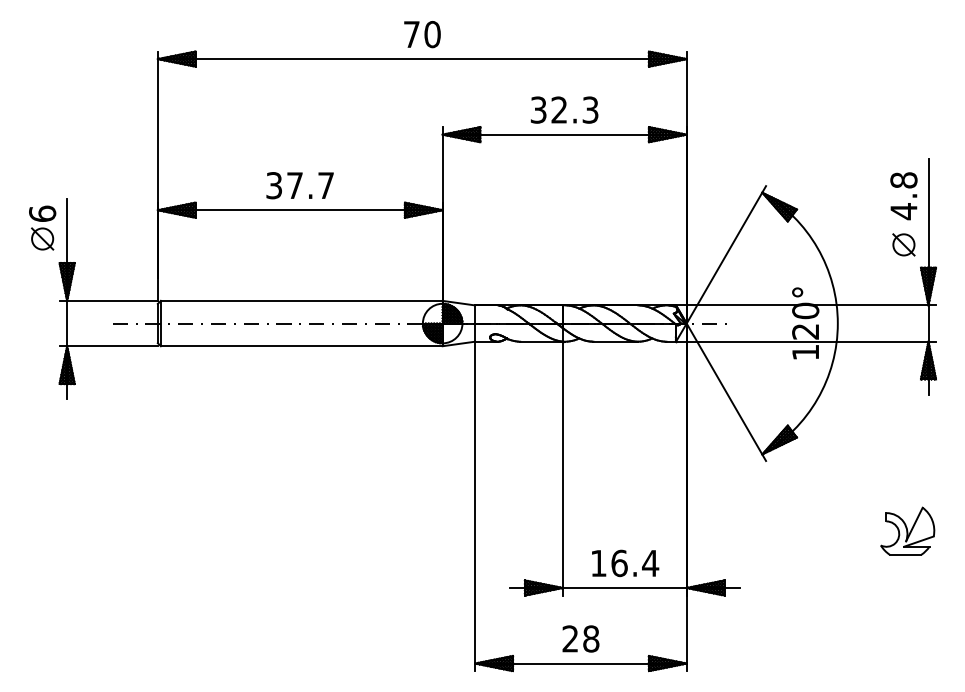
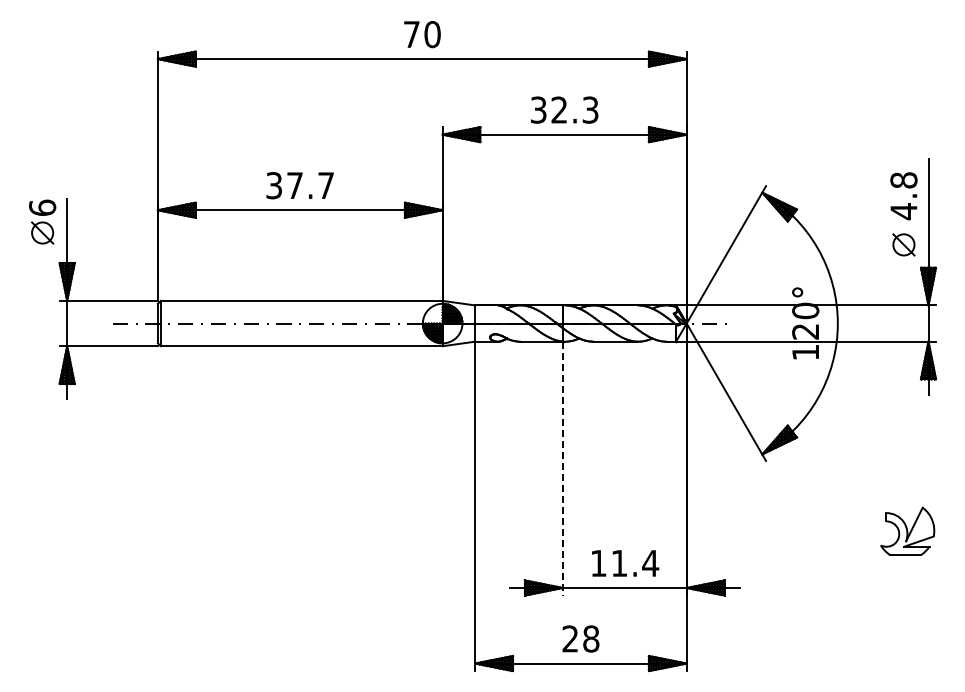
part at (42, 227) position: (42, 227) -> (42, 221)
line at (562, 468): solid -> dashed
text at (619, 563): 16.4 -> 11.4
